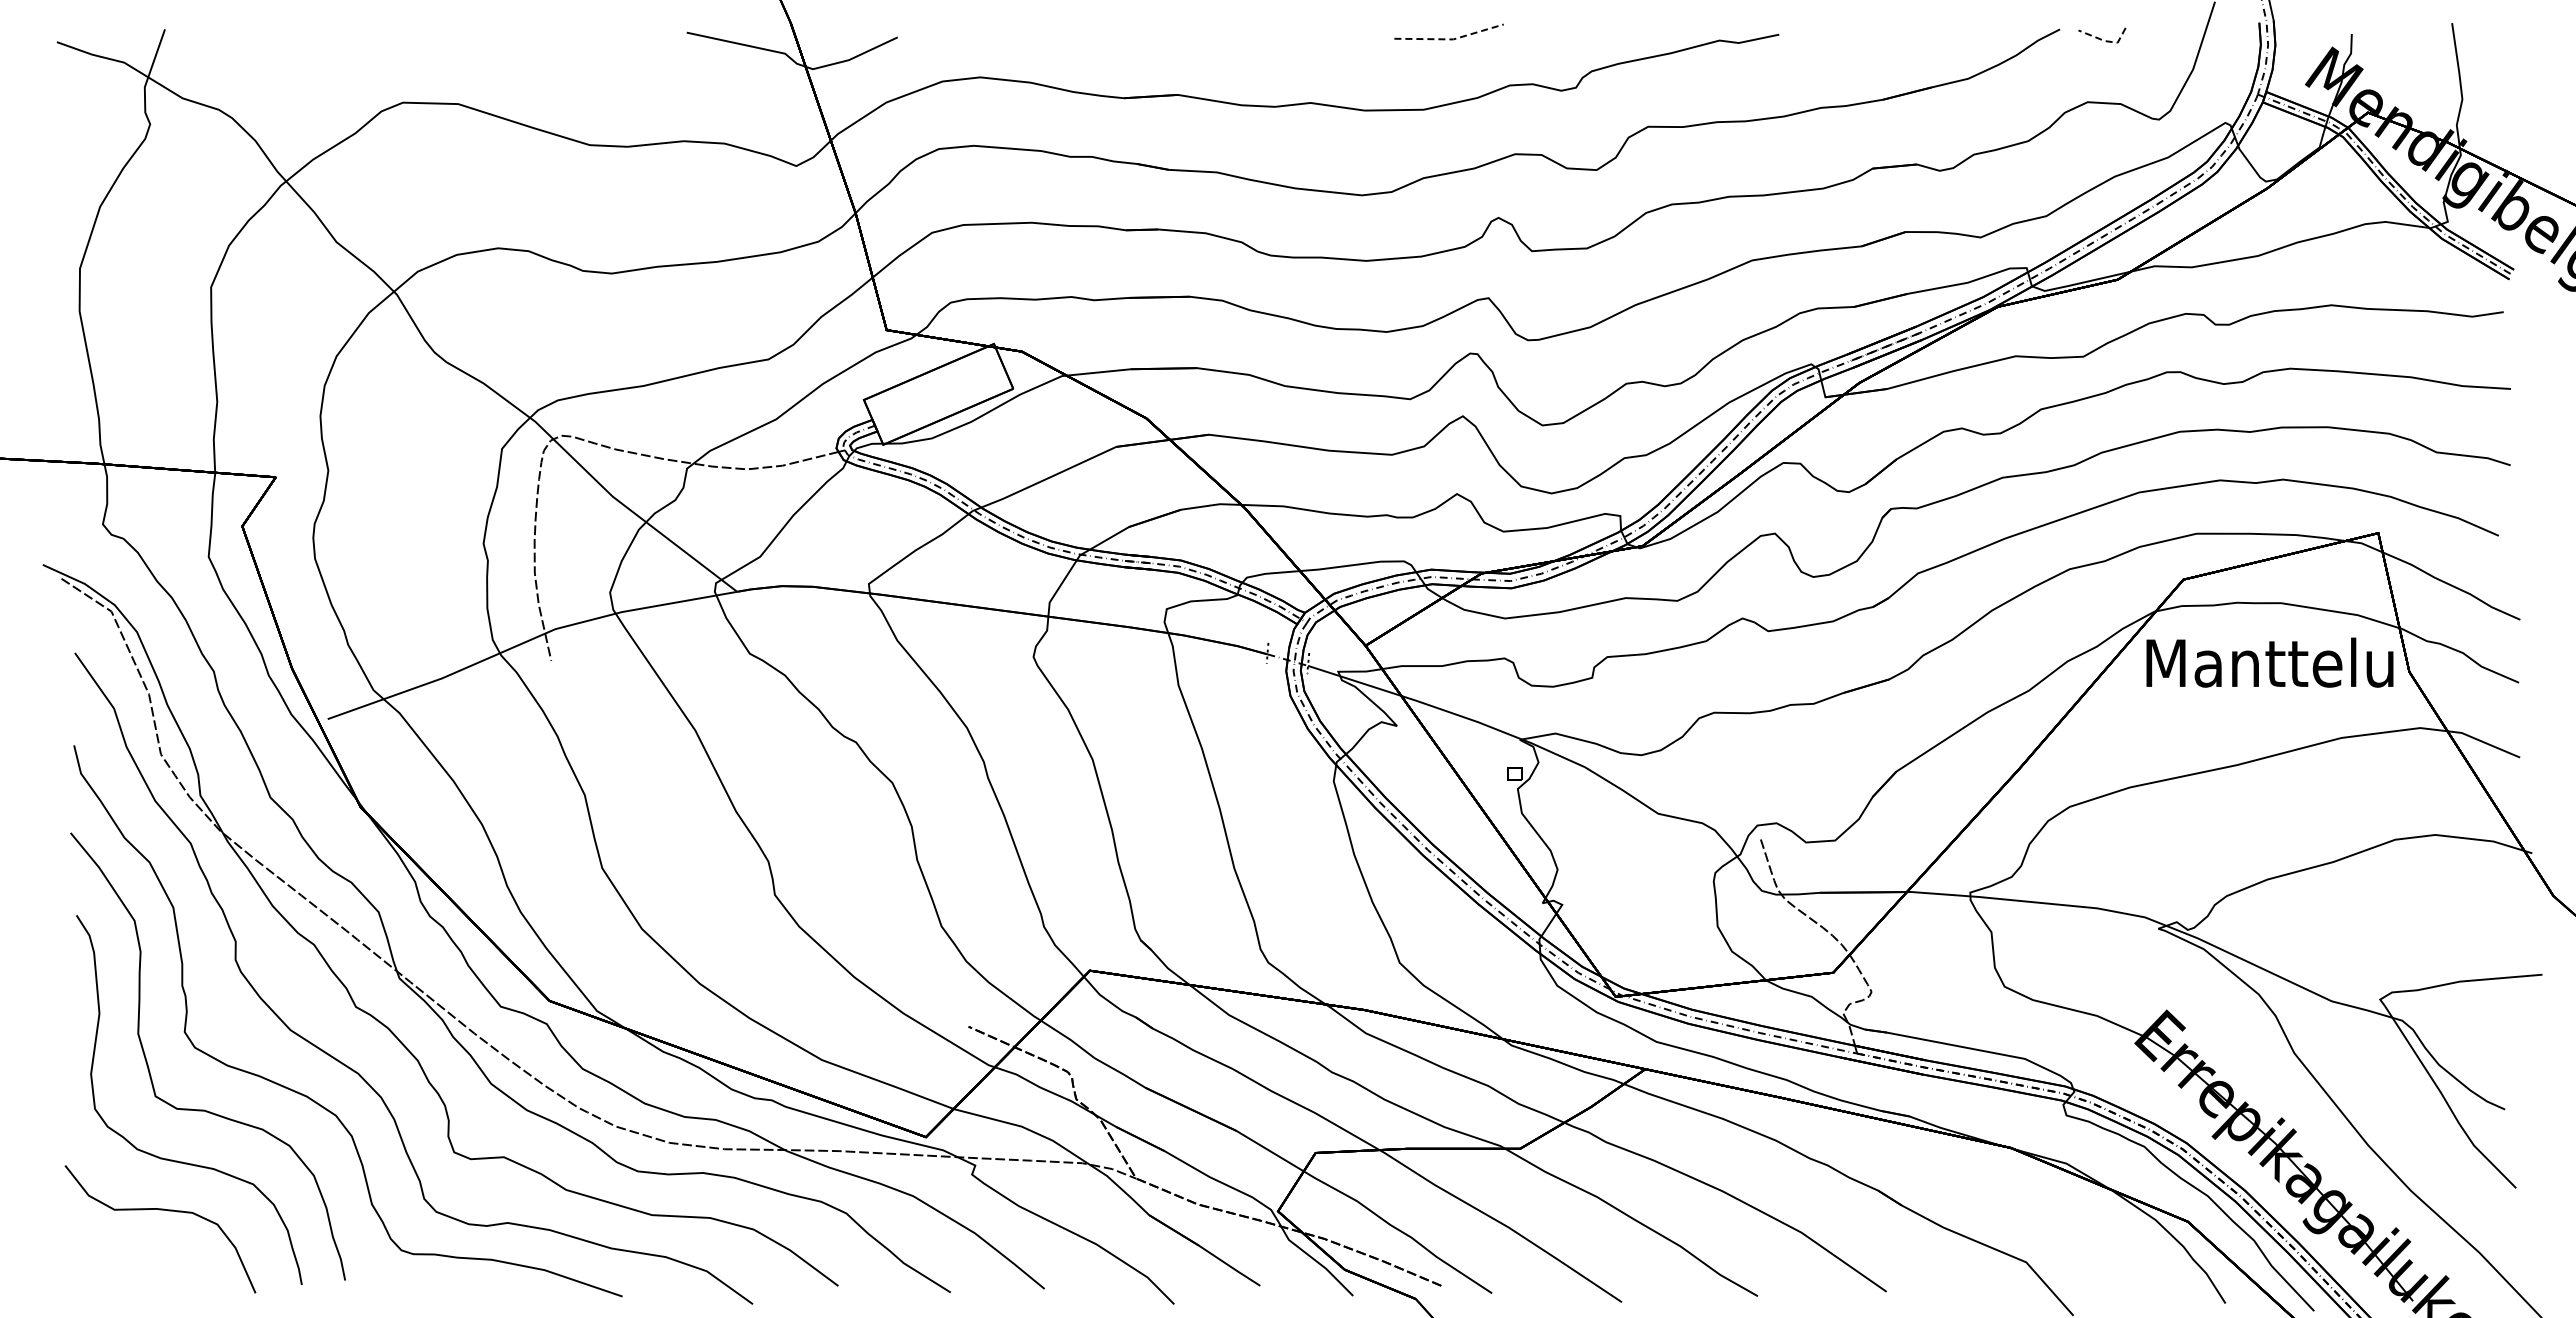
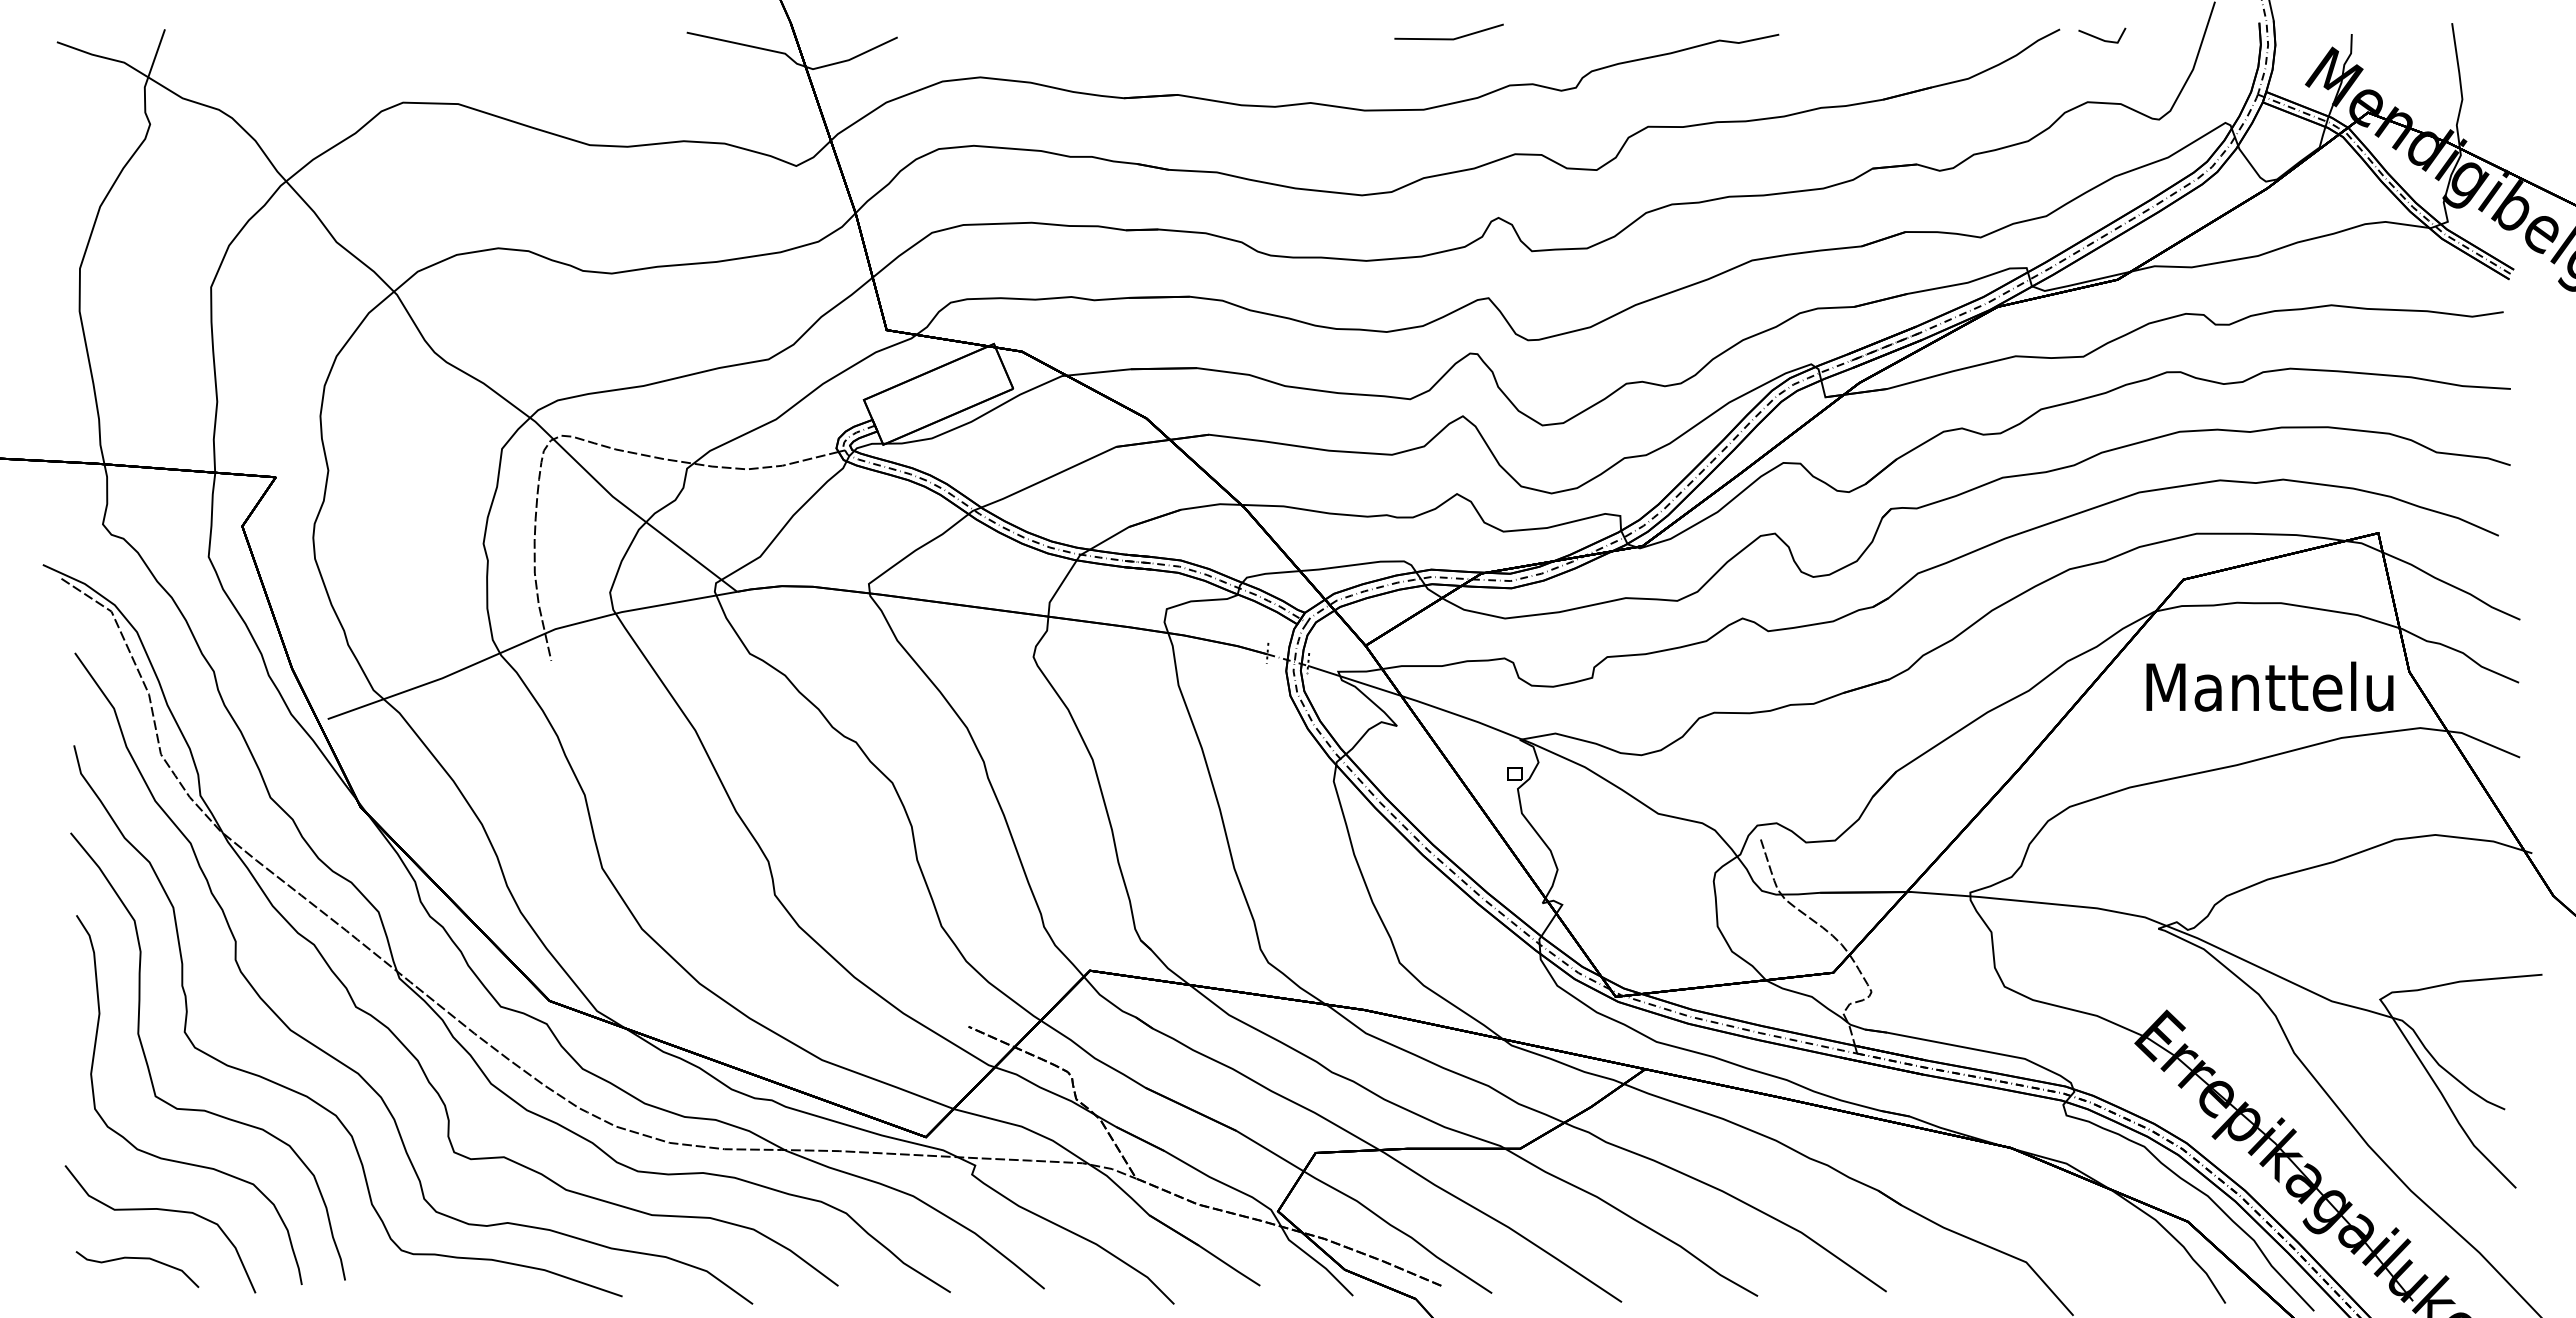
line at (1450, 39): dashed -> solid
line at (2104, 41): dashed -> solid
text at (2269, 662) position: (2269, 662) -> (2269, 686)
curve at (139, 1259): none -> present
